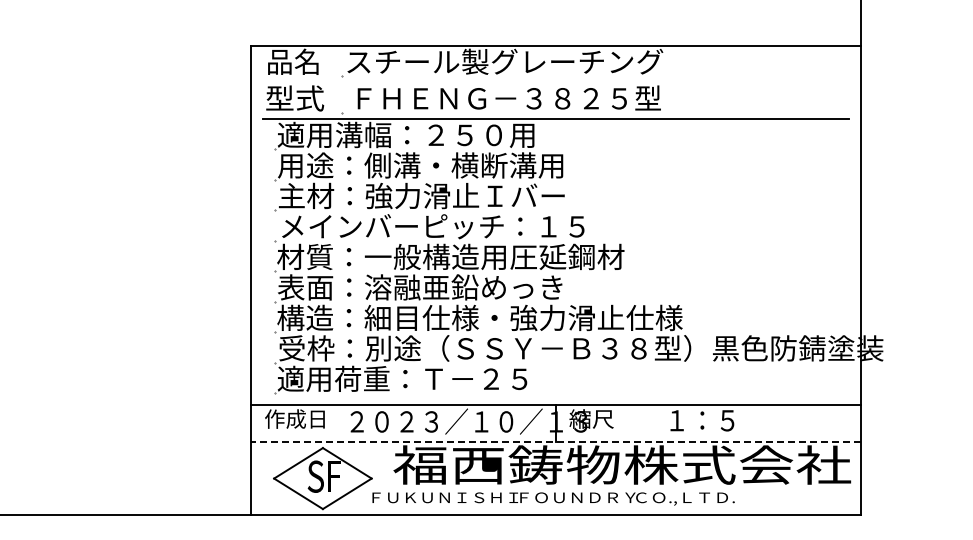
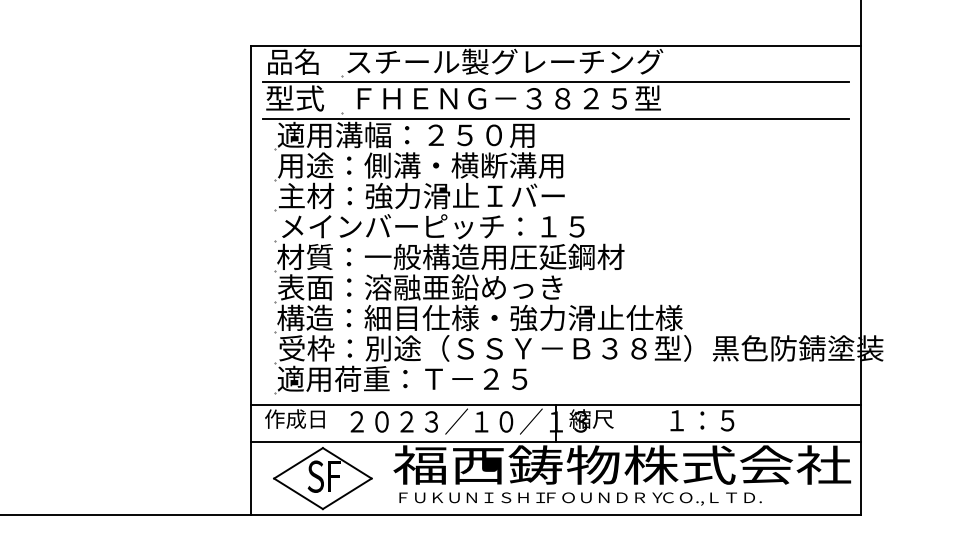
line at (555, 82): none -> present
line at (555, 441): dashed -> solid
text at (553, 498) position: (553, 498) -> (580, 498)
